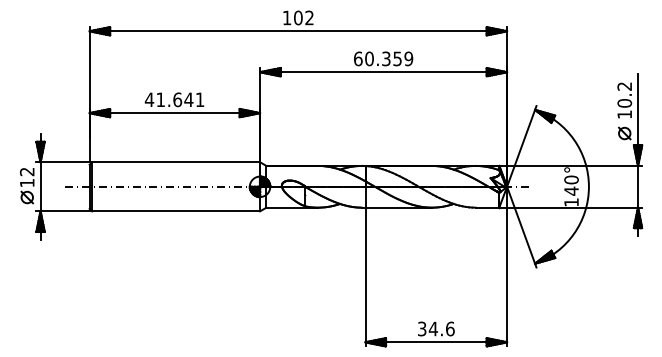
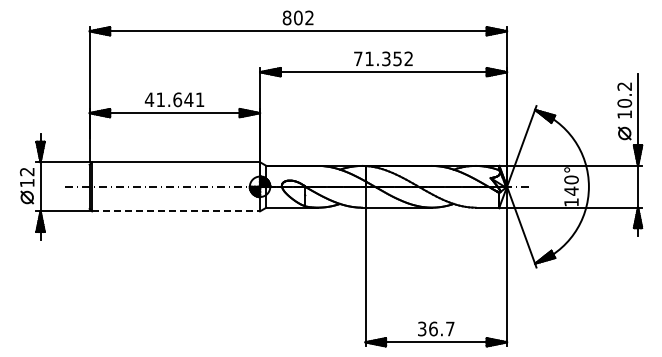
text at (286, 17): 102 -> 802
text at (383, 58): 60.359 -> 71.352
line at (176, 211): solid -> dashed
text at (441, 328): 34.6 -> 36.7
